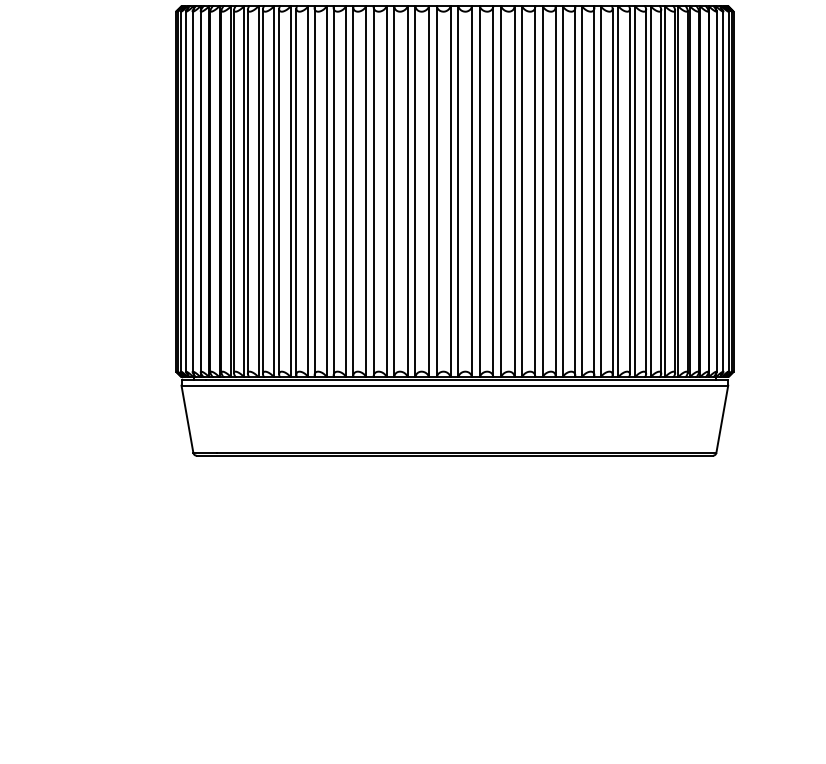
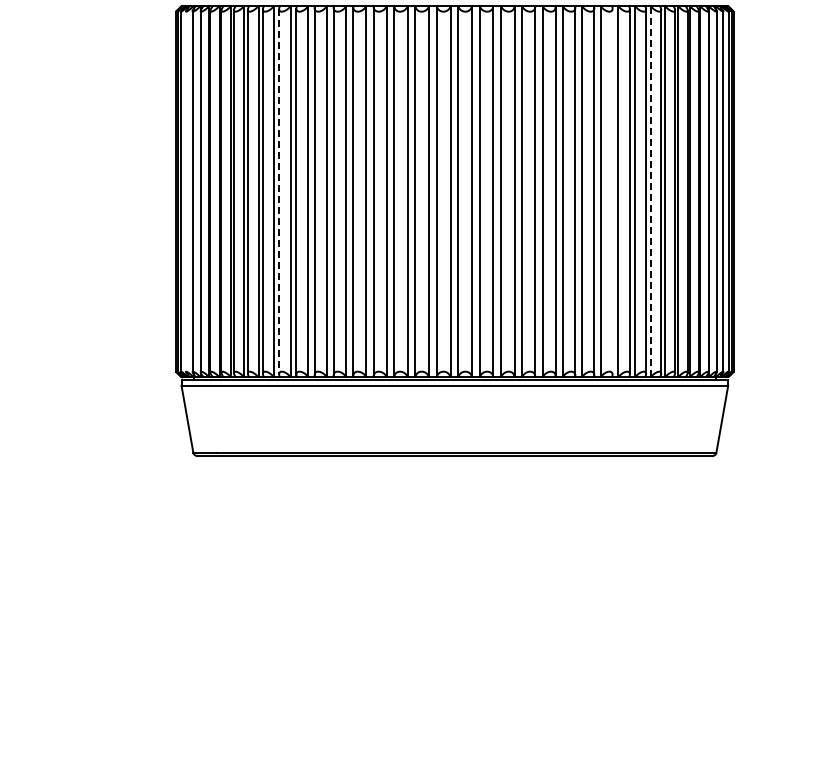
line at (186, 191): present -> none
line at (279, 191): solid -> dashed
line at (612, 191): present -> none
line at (650, 191): solid -> dashed
